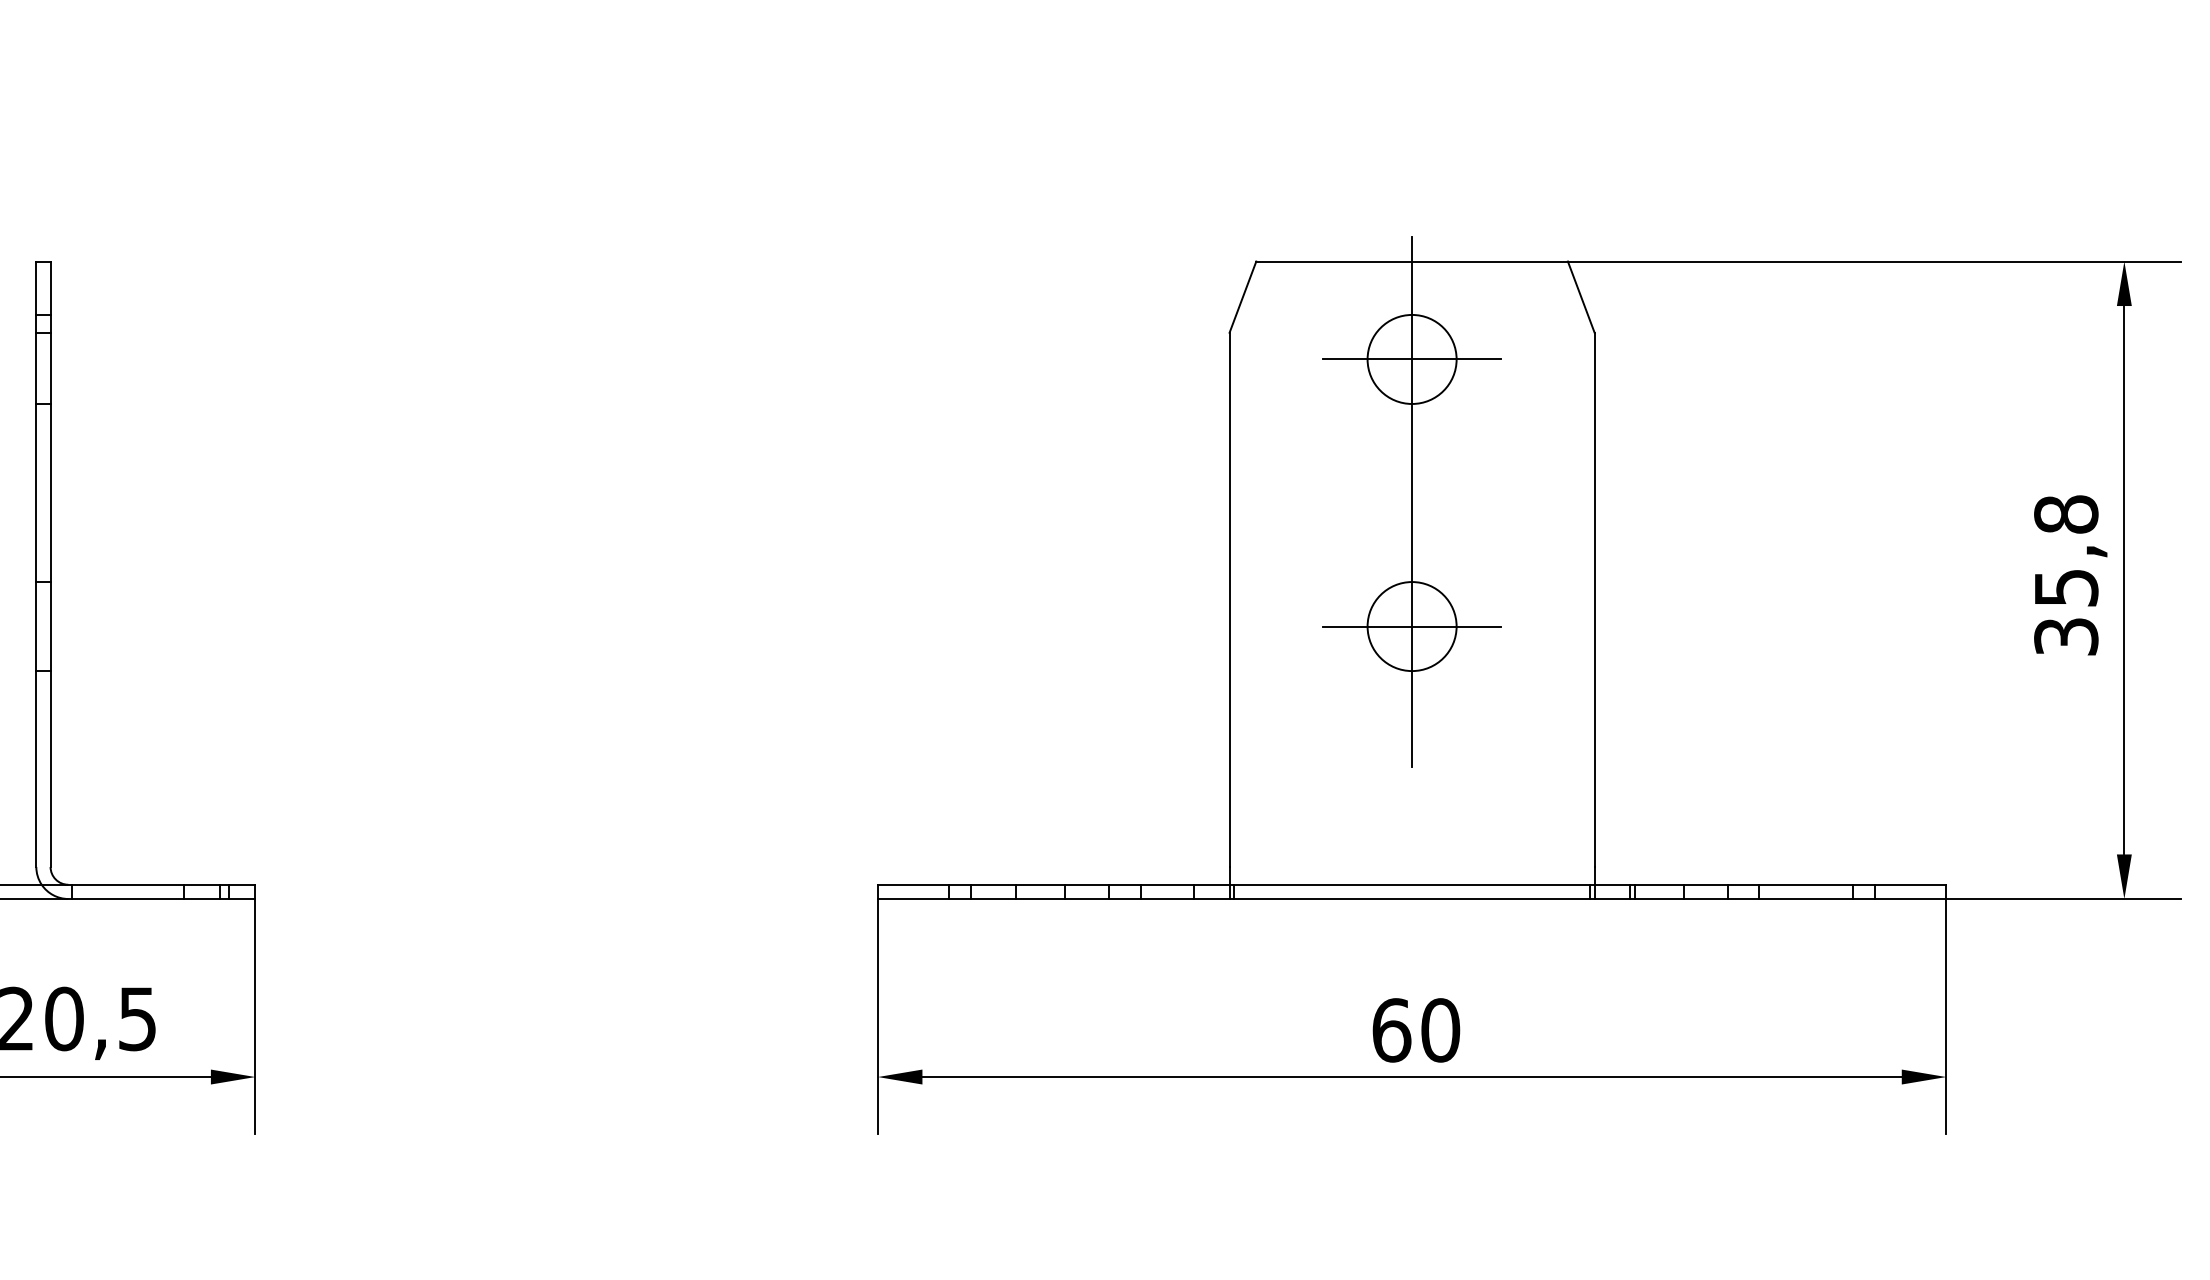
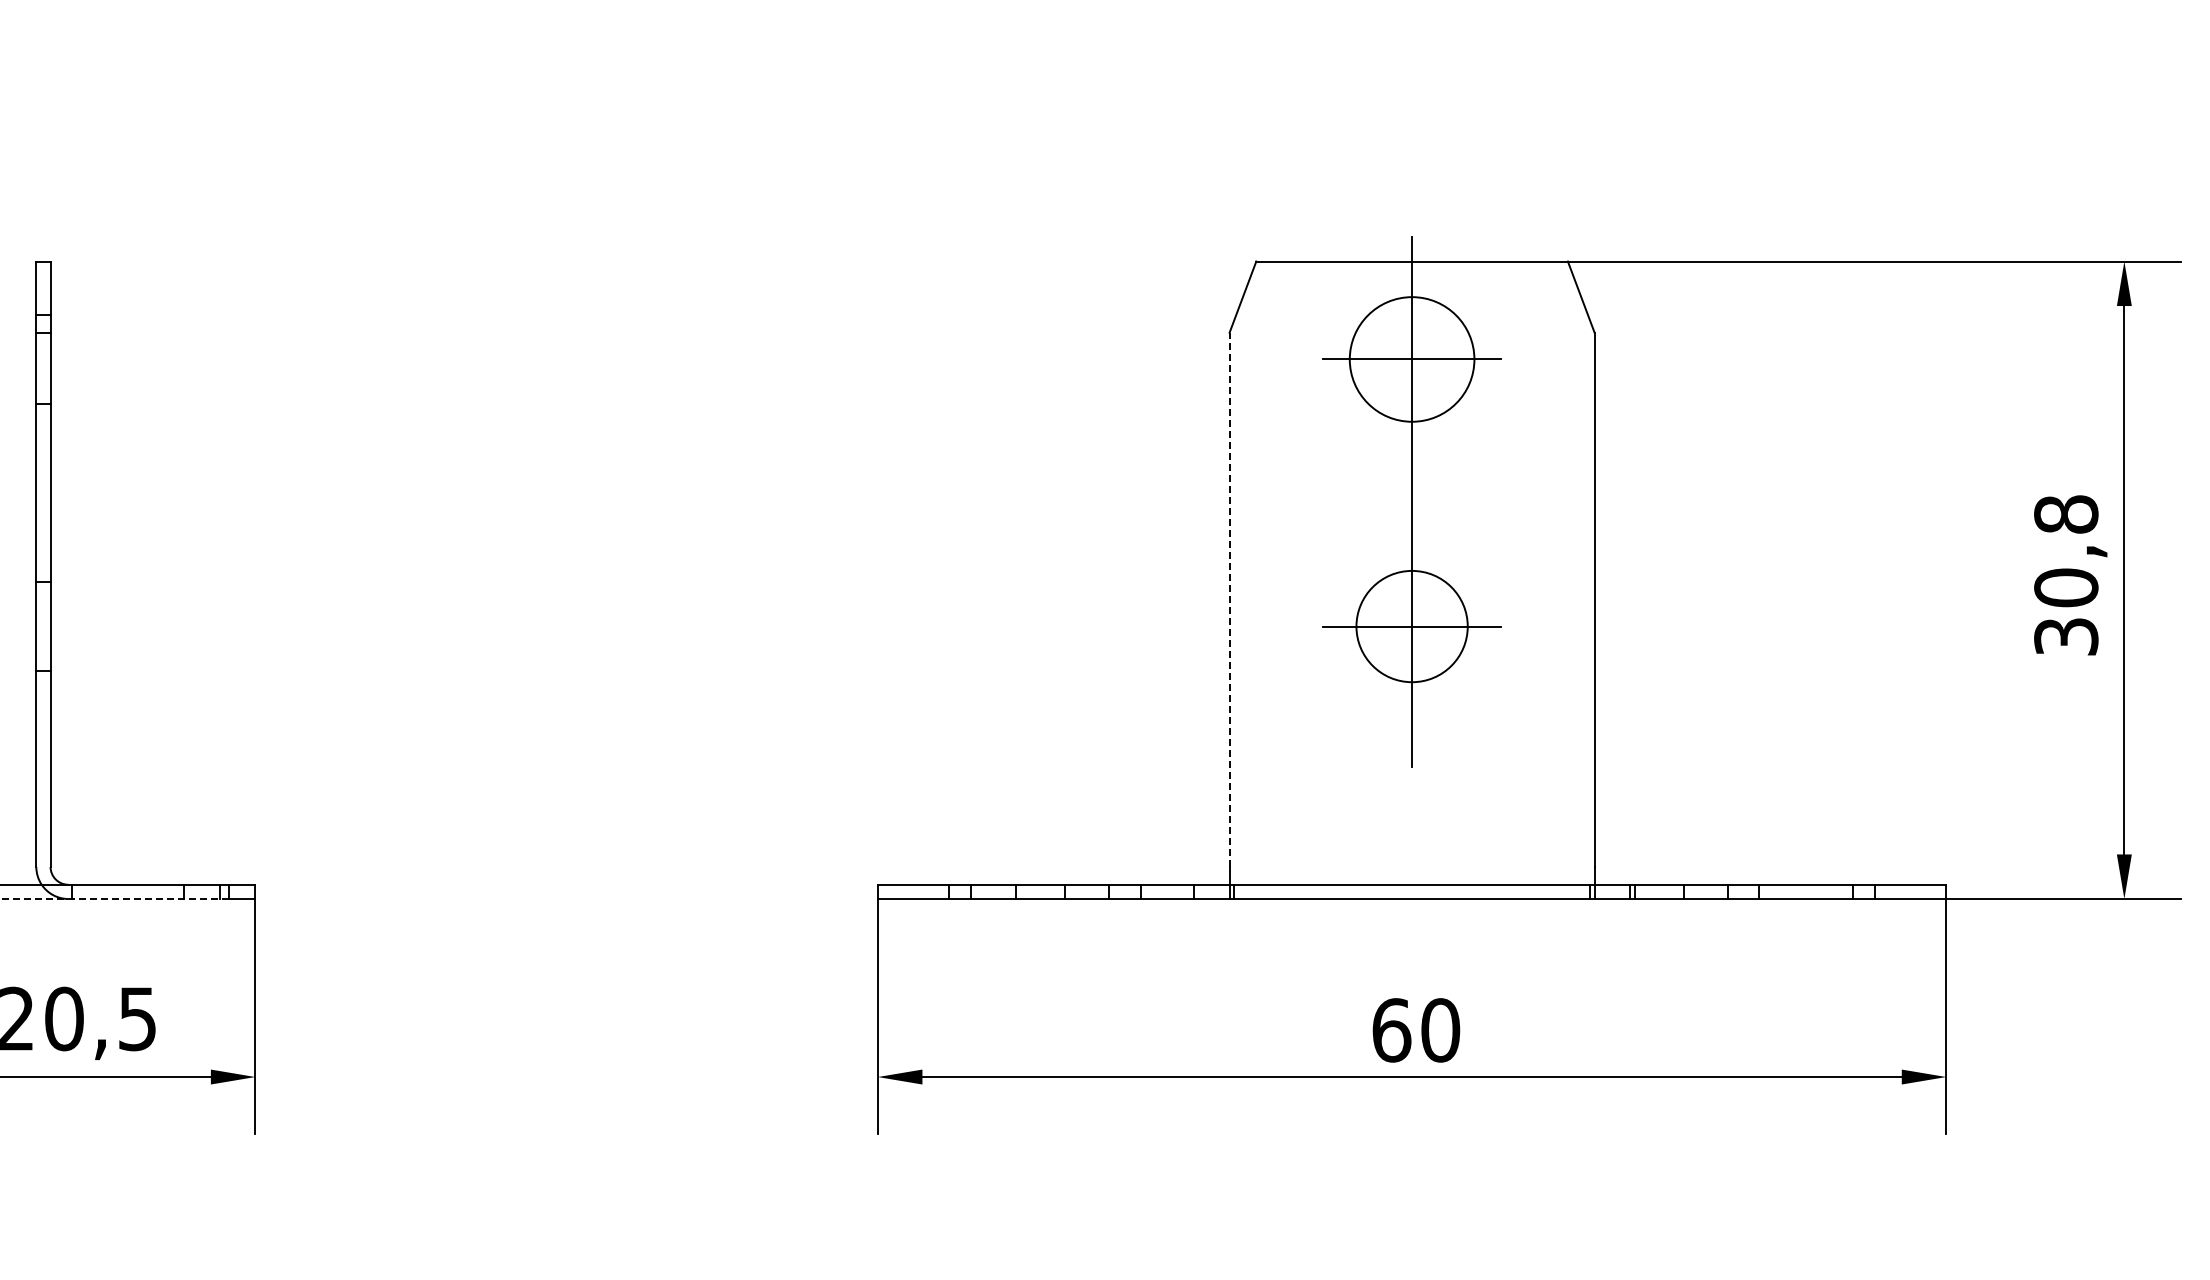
circle at (1411, 358) diameter: 89 px -> 125 px
text at (2066, 587): 35,8 -> 30,8
line at (1229, 599): solid -> dashed
circle at (1411, 626) diameter: 89 px -> 111 px
line at (114, 899): solid -> dashed
